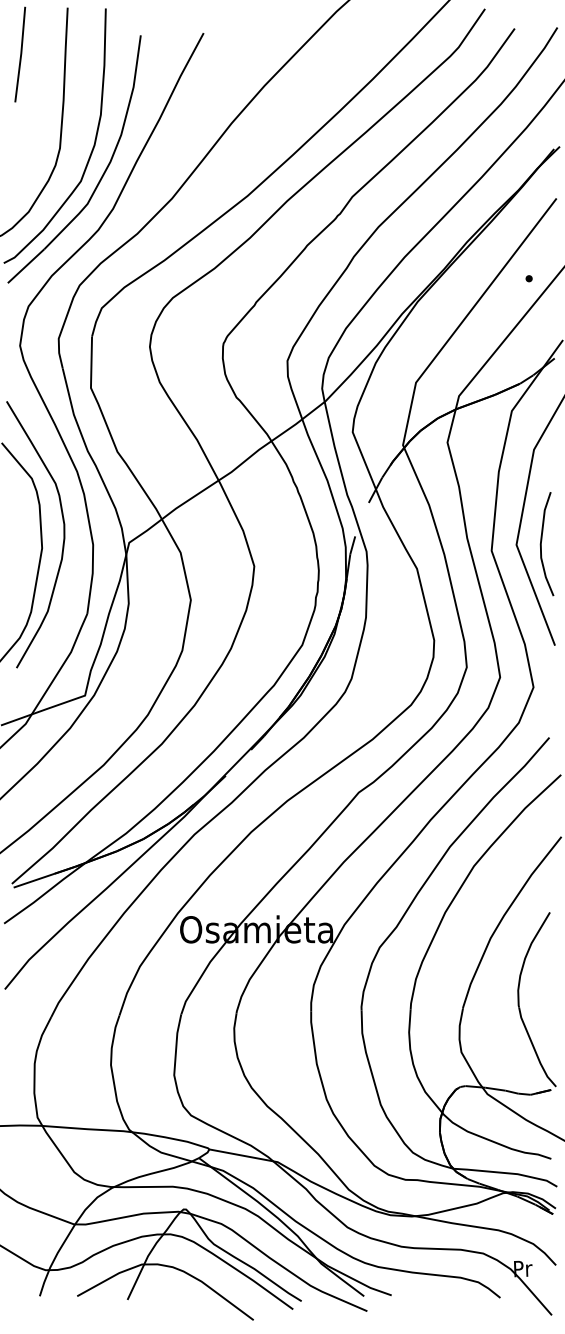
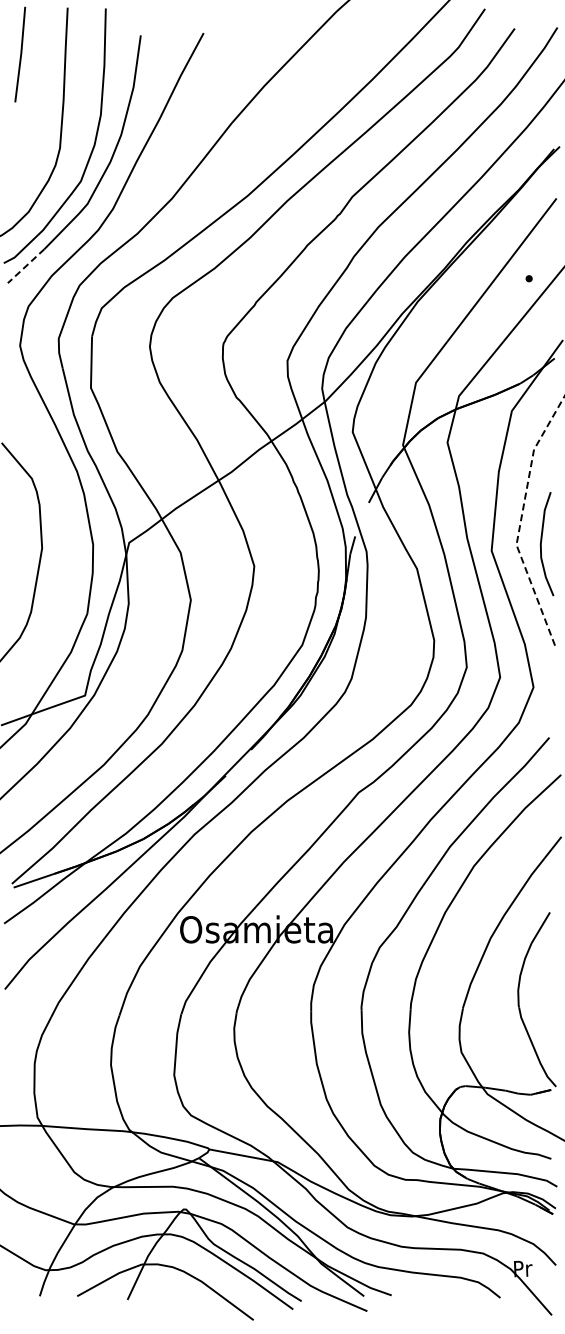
line at (26, 266): solid -> dashed
line at (521, 519): solid -> dashed
curve at (63, 534): present -> none
